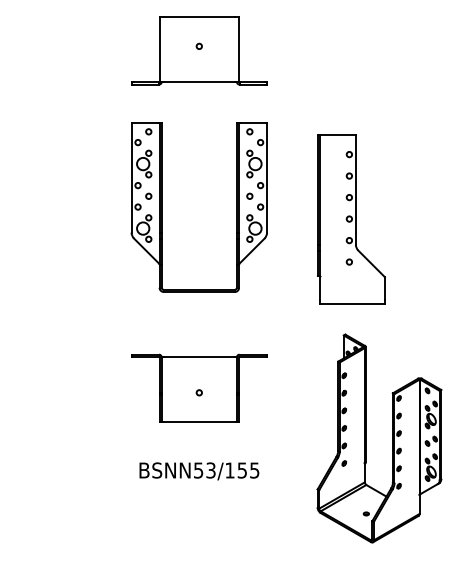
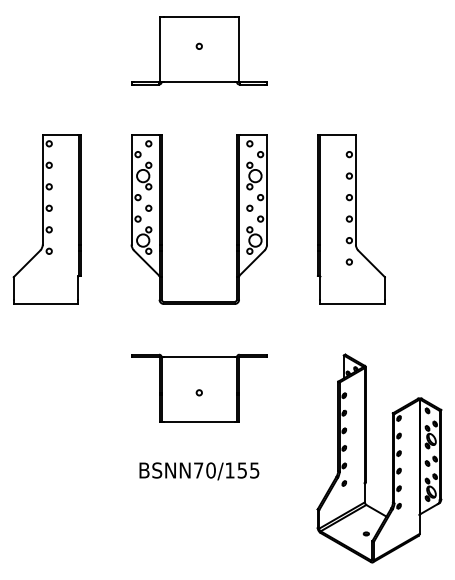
part at (162, 207) position: (162, 207) -> (162, 219)
part at (46, 219): none -> present
part at (366, 438) position: (366, 438) -> (366, 458)
text at (204, 470): BSNN53/155 -> BSNN70/155
